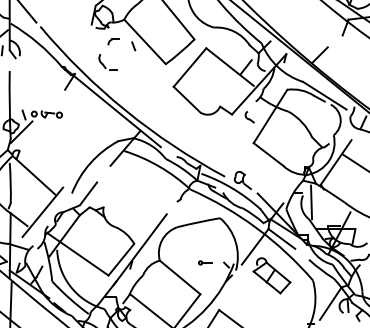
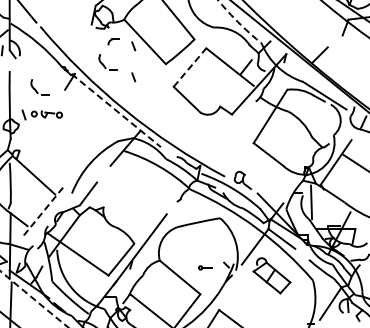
arc at (238, 22): solid -> dashed
line at (190, 67): solid -> dashed
line at (133, 77): none -> present
part at (39, 87): none -> present
line at (112, 107): solid -> dashed
part at (249, 117): present -> none
line at (21, 132): present -> none
line at (42, 212): solid -> dashed
part at (205, 262) position: (205, 262) -> (205, 267)
arc at (34, 299): solid -> dashed
